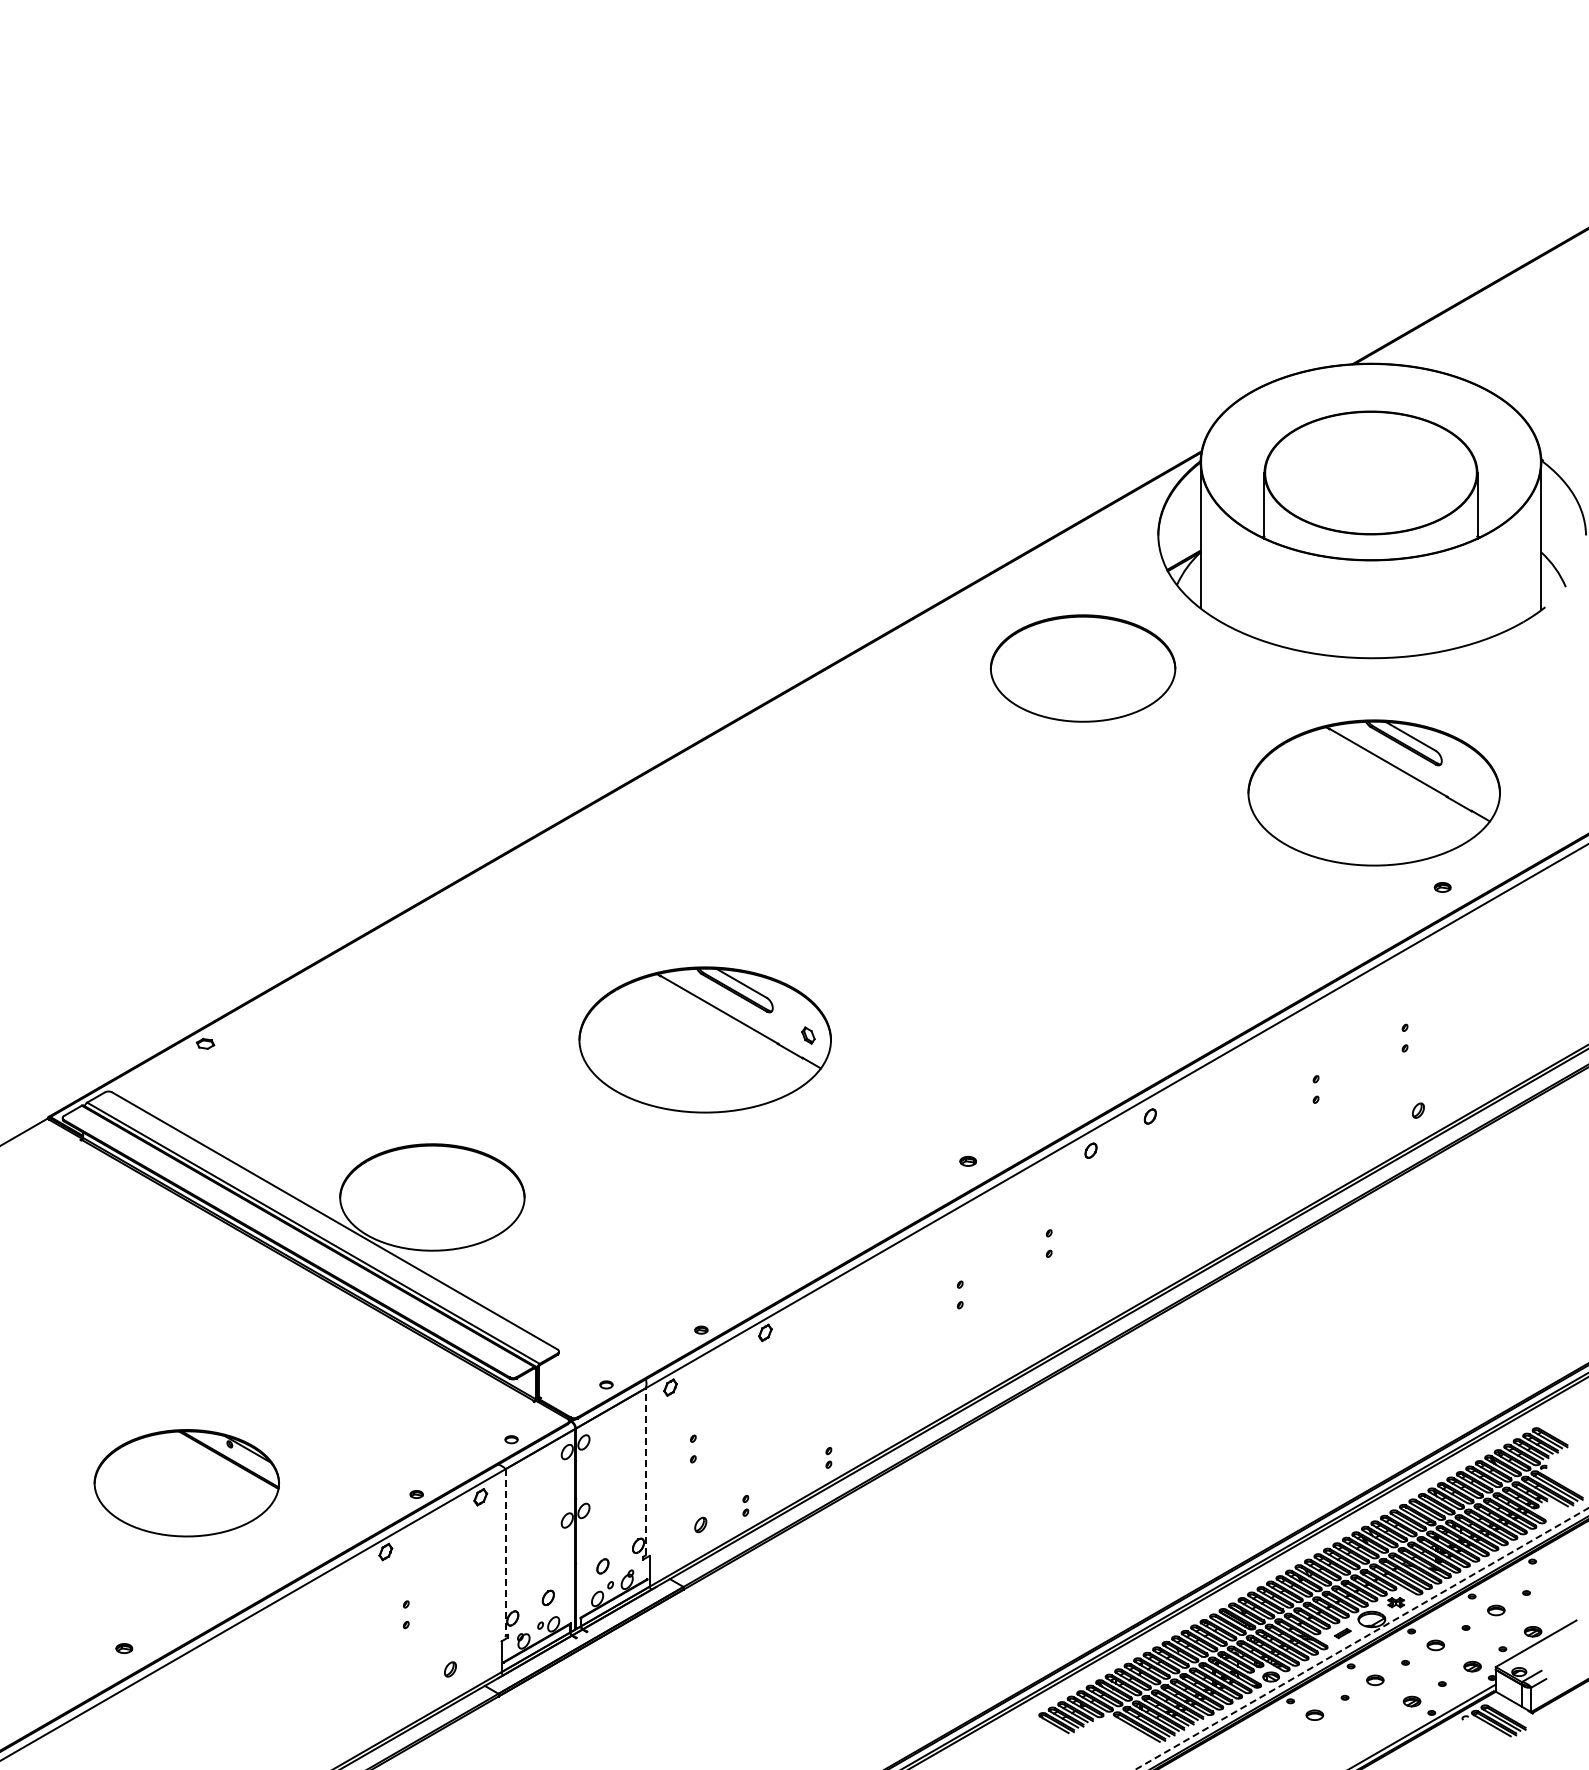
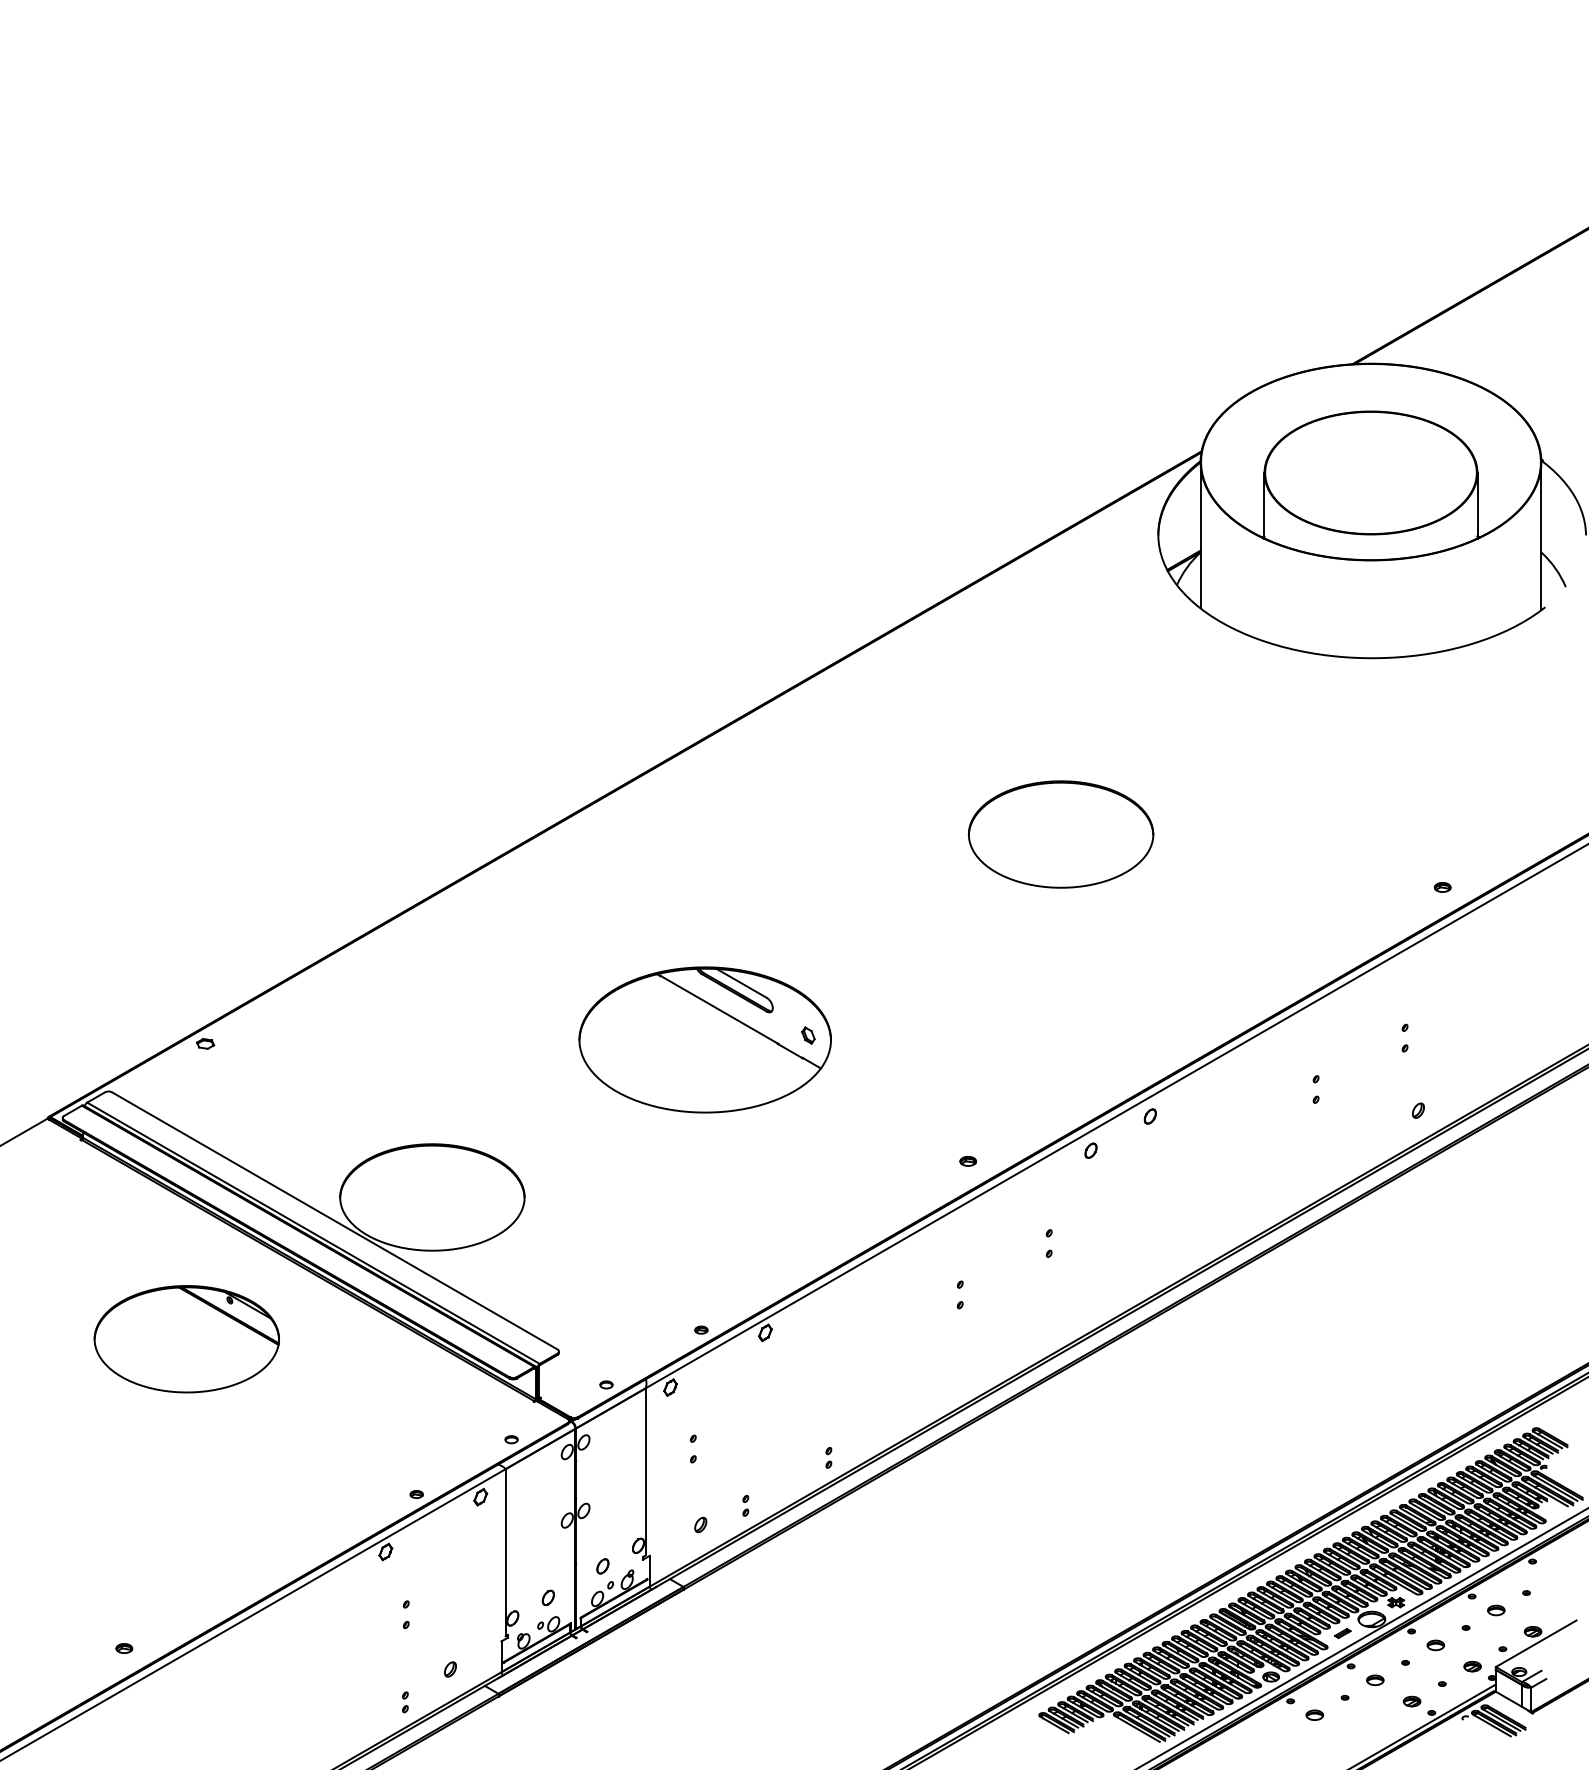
part at (1082, 668) position: (1082, 668) -> (1060, 834)
part at (1373, 792): present -> none
line at (645, 1471): dashed -> solid
part at (186, 1483) position: (186, 1483) -> (186, 1339)
line at (505, 1552): dashed -> solid
line at (1362, 1638): dashed -> solid
part at (405, 1702): none -> present
